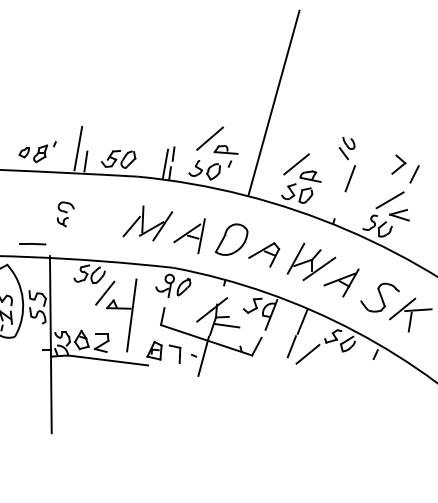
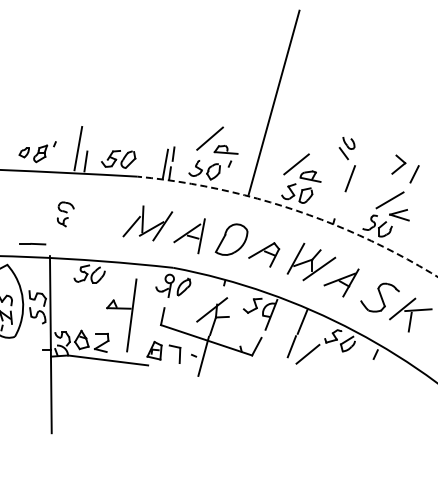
arc at (291, 209): solid -> dashed
line at (105, 292): present -> none
line at (226, 325): present -> none
